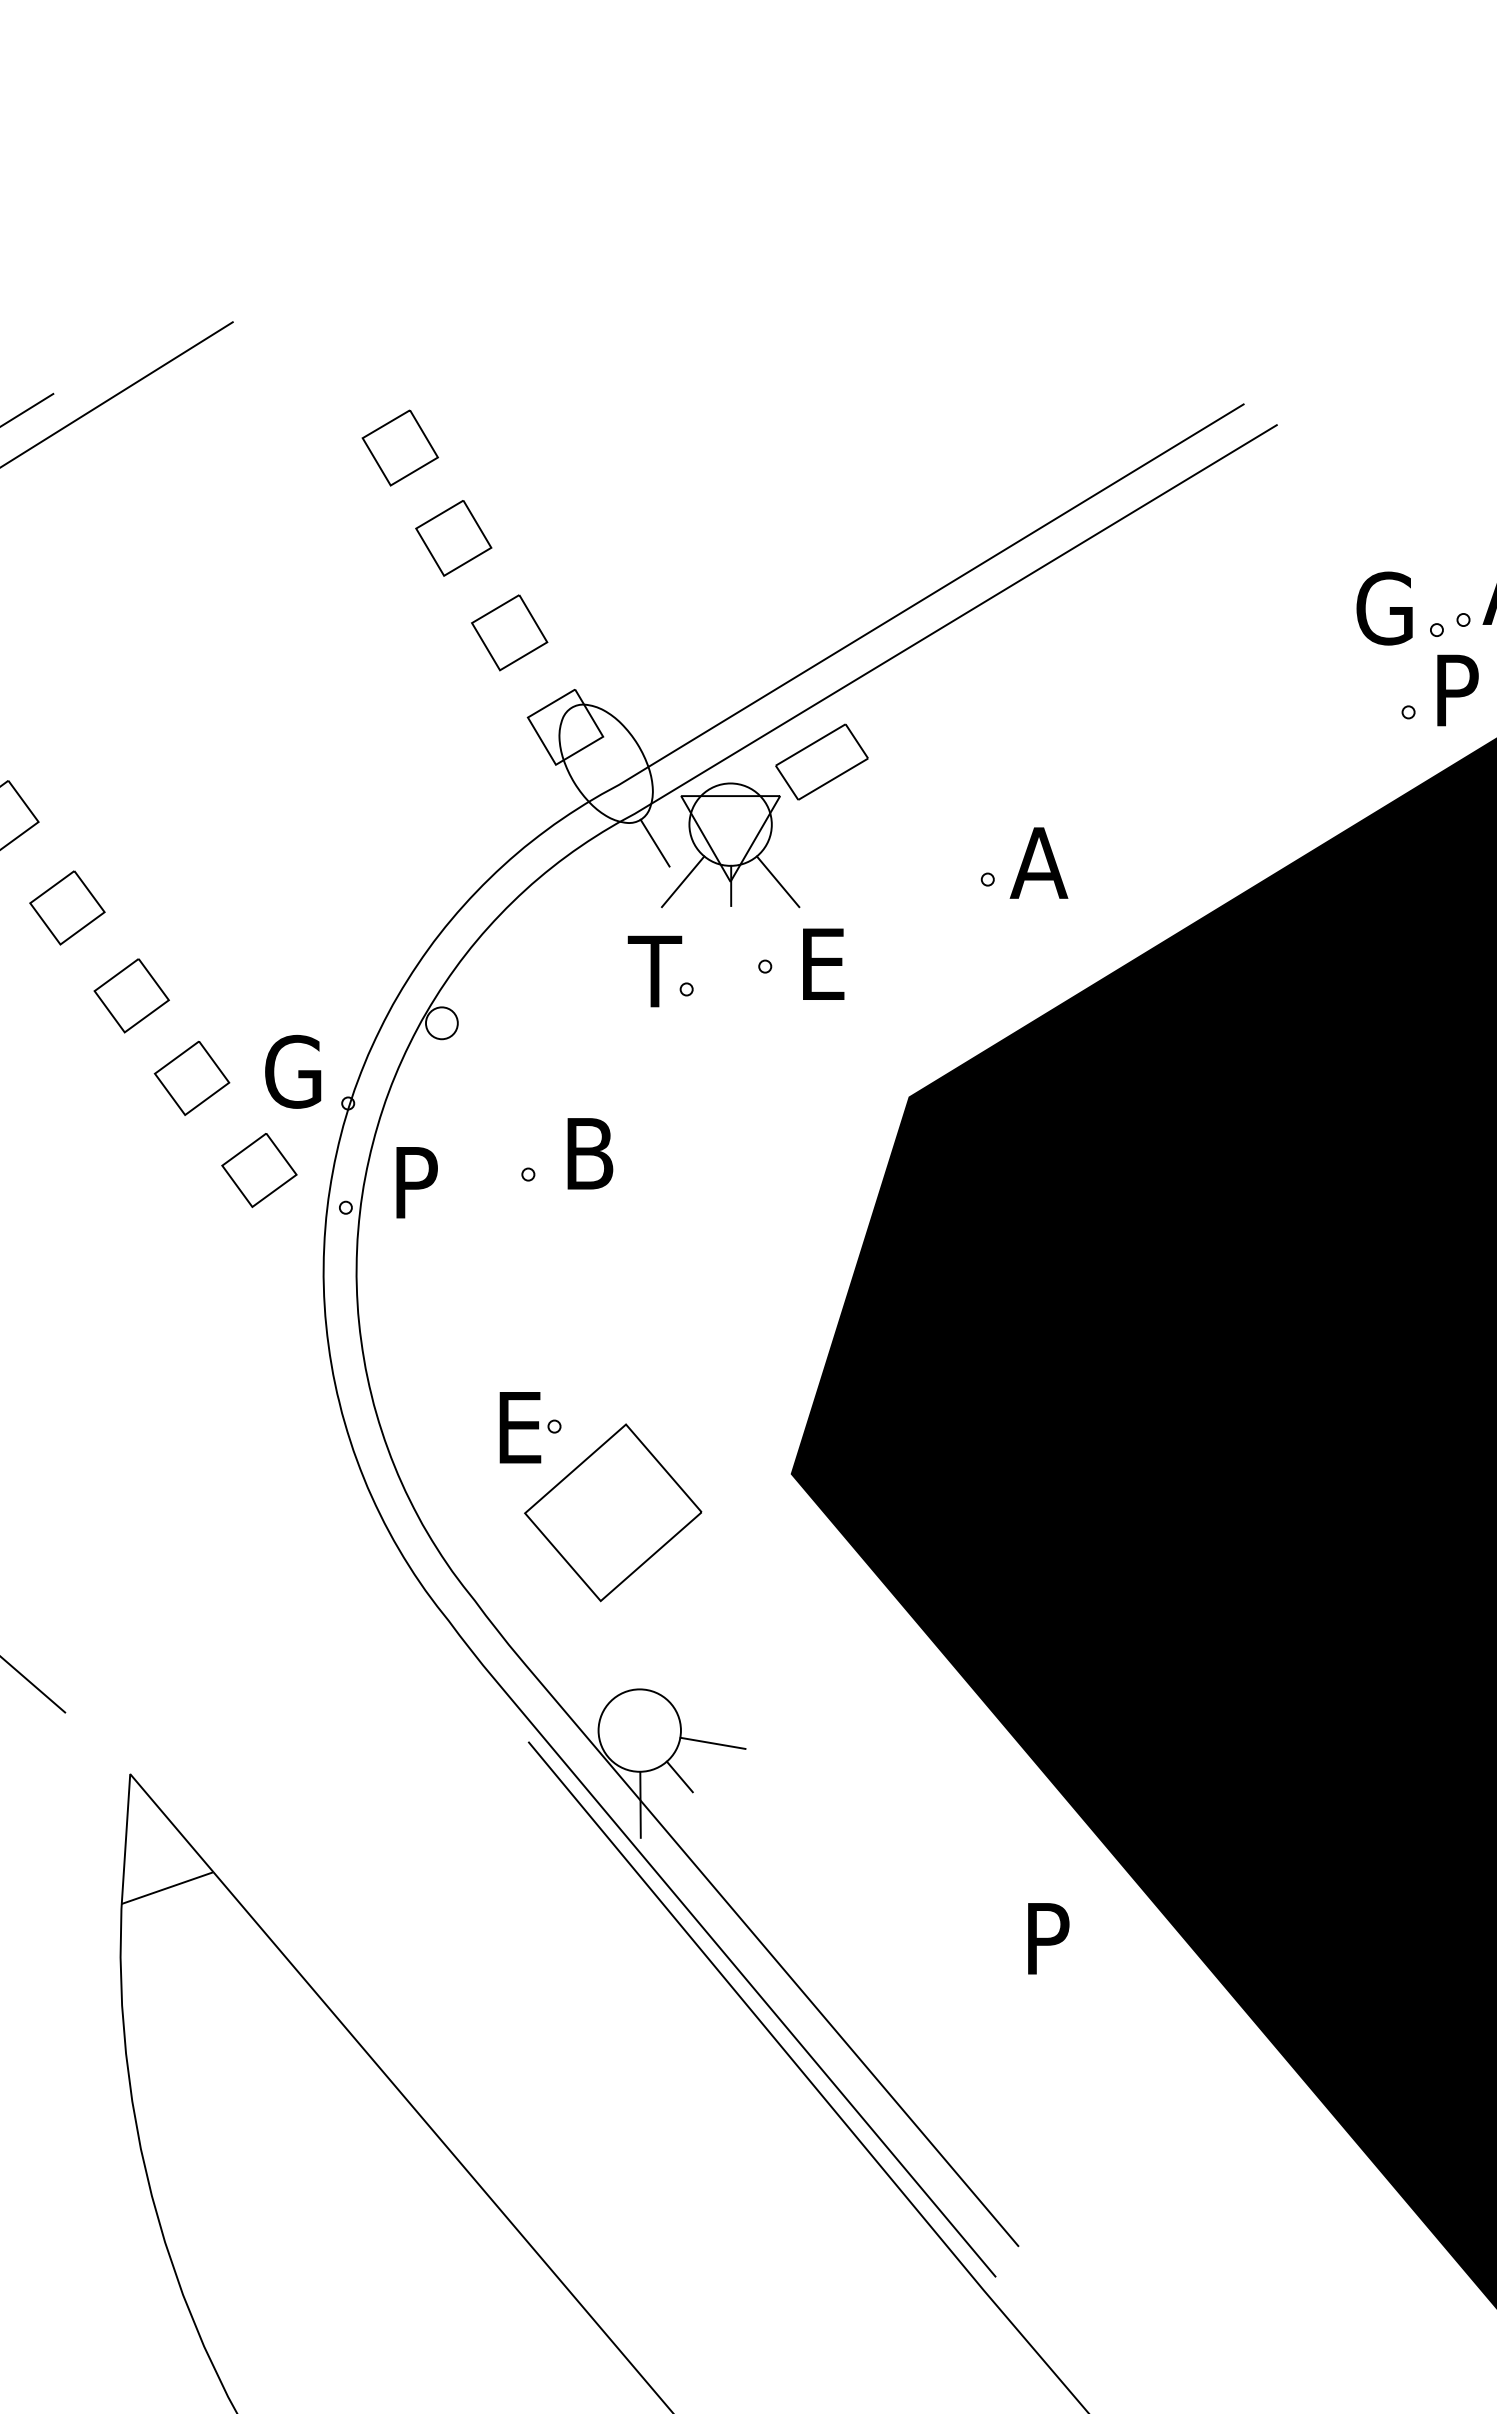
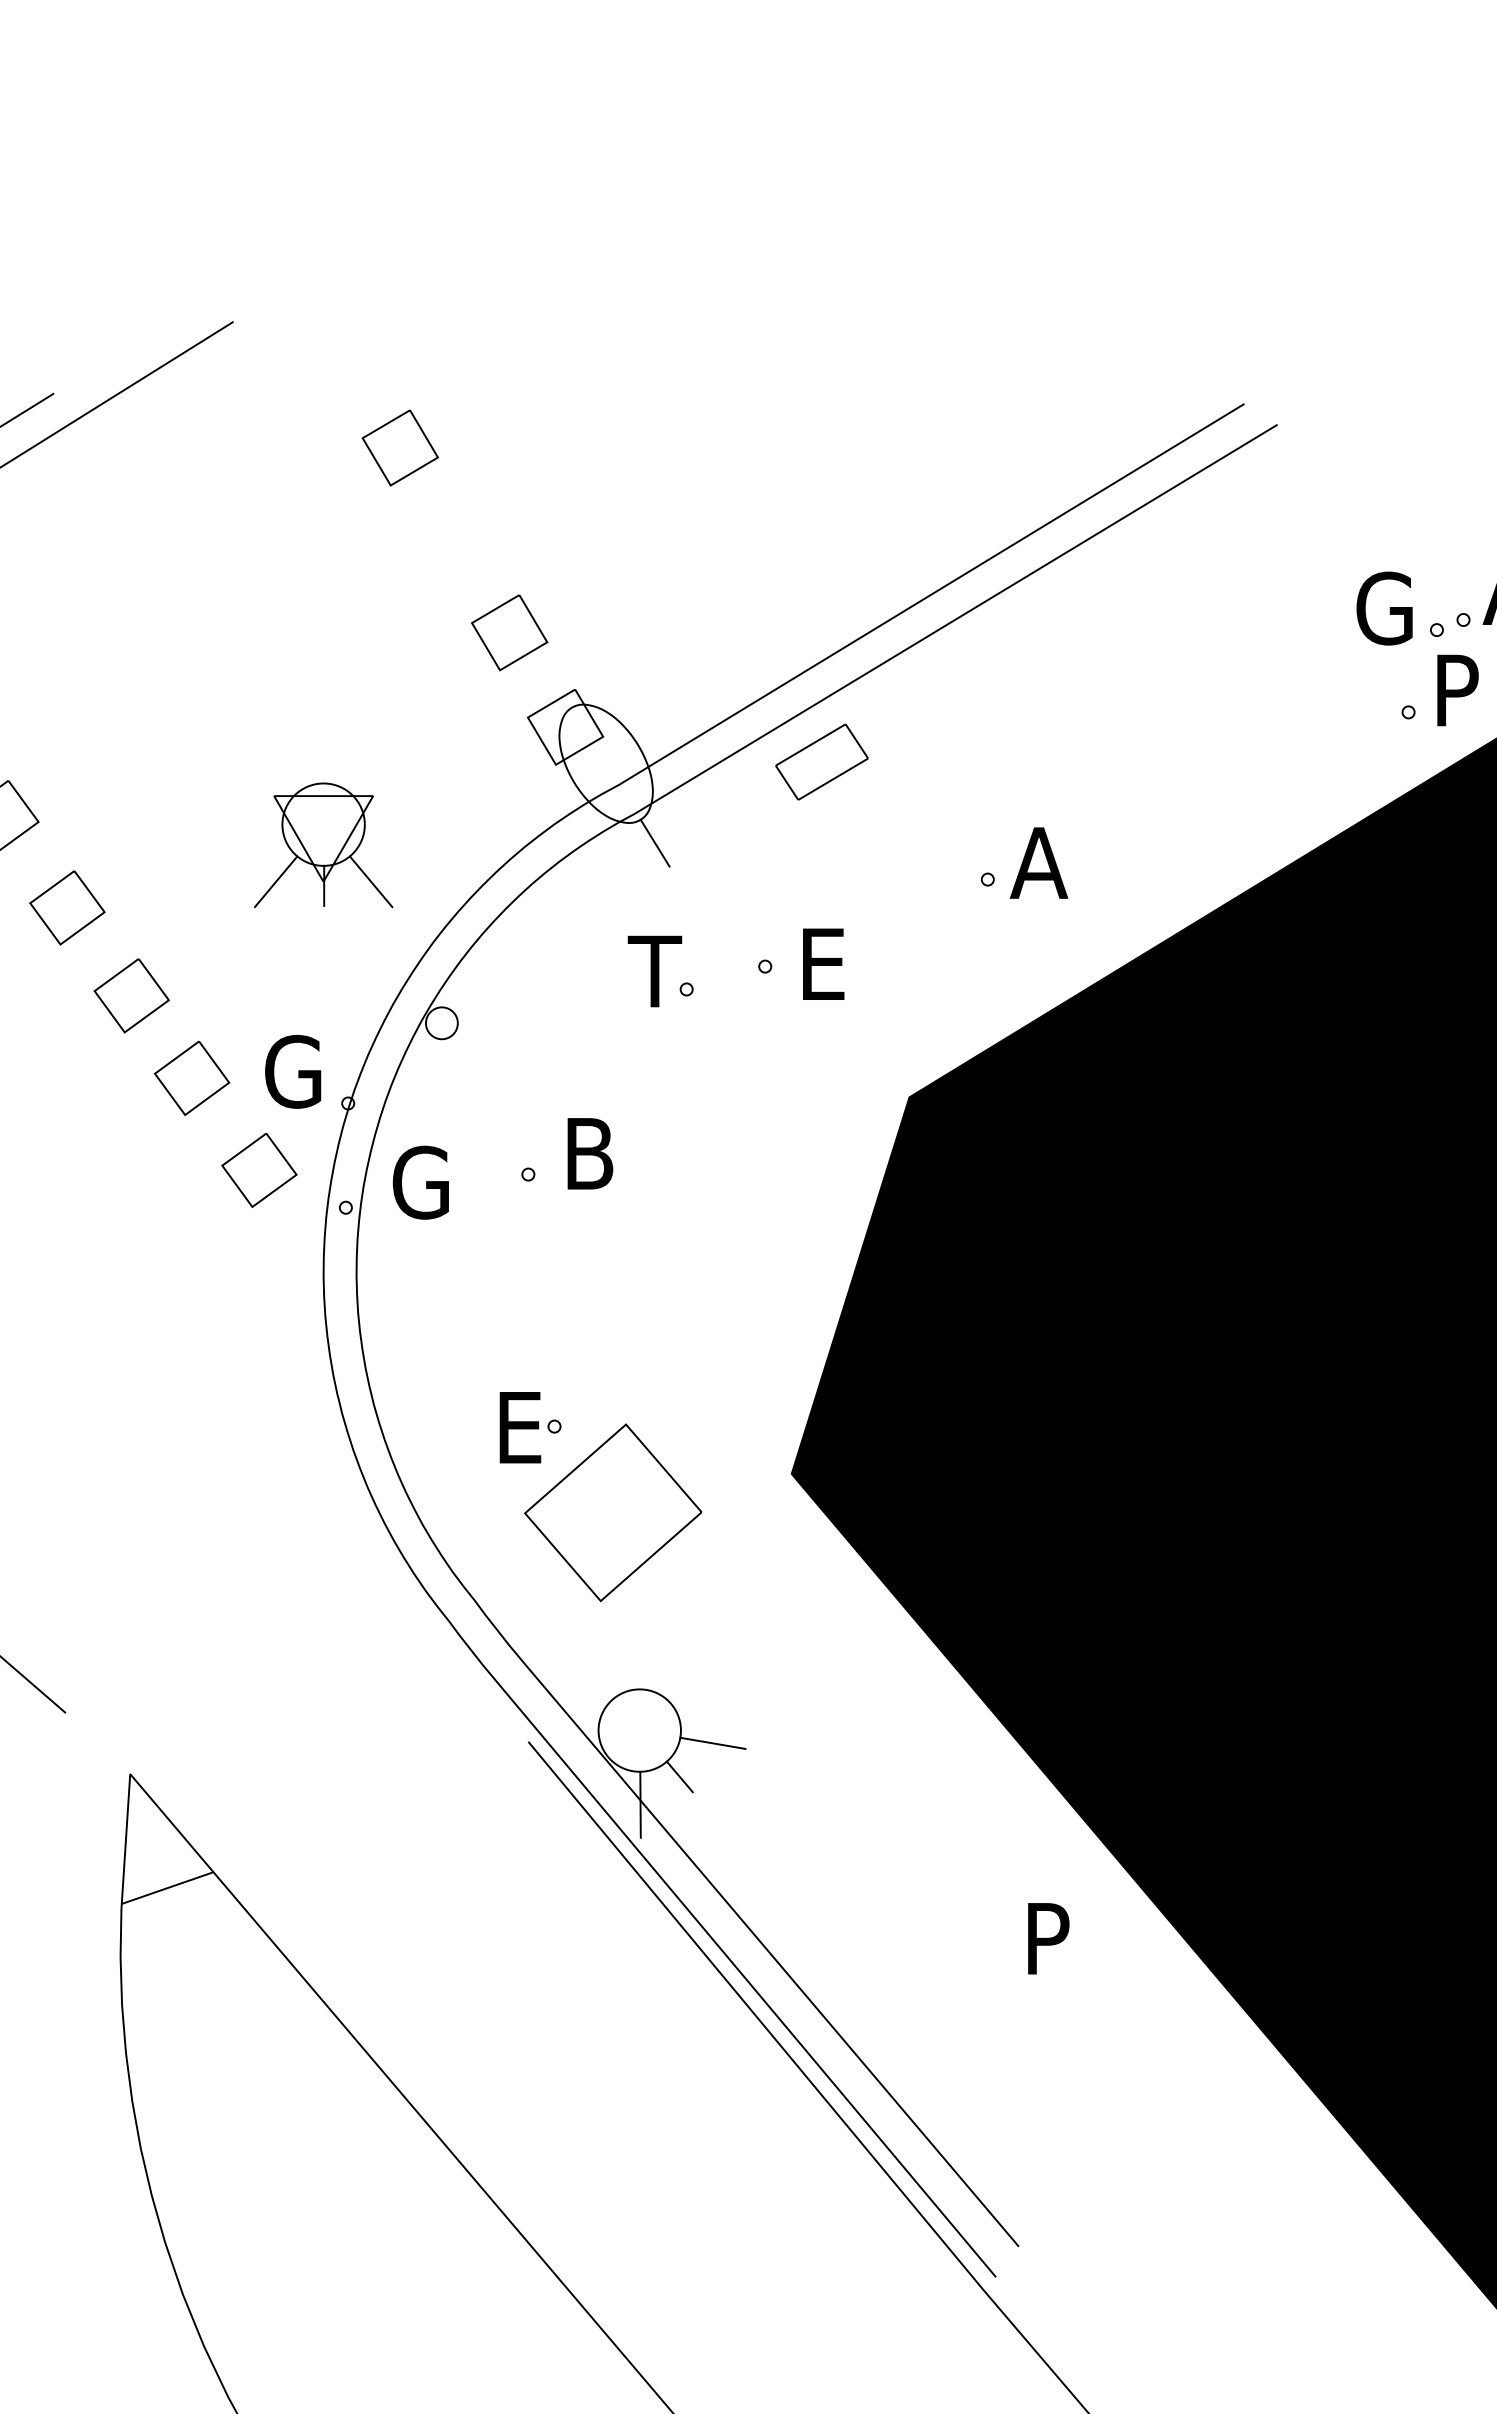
part at (453, 538): present -> none
part at (730, 845) position: (730, 845) -> (323, 845)
text at (420, 1182): P -> G
